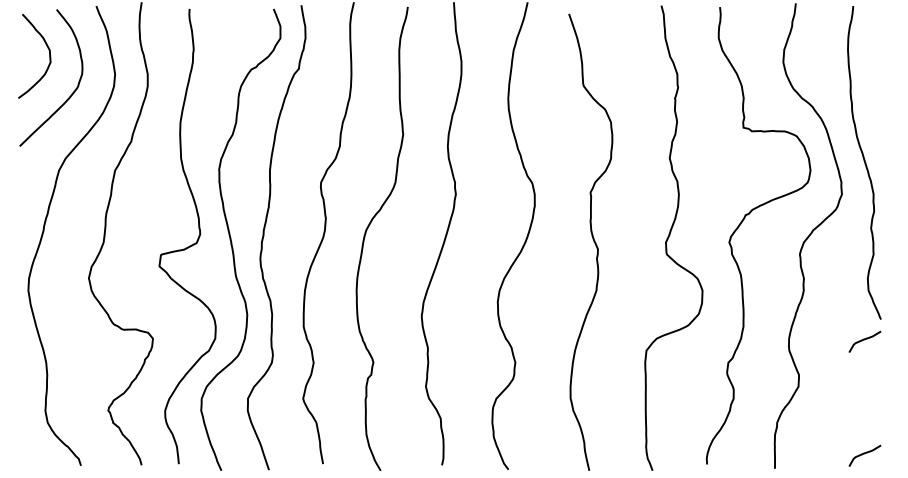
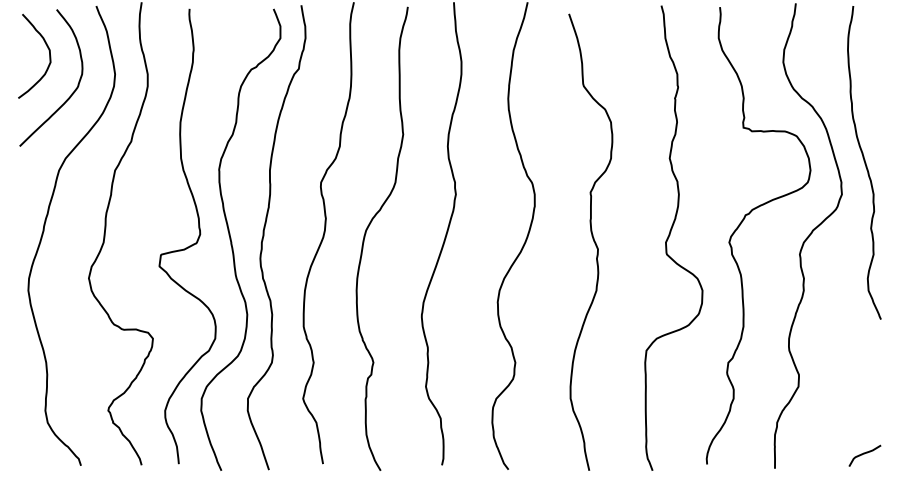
curve at (864, 340): present -> none
